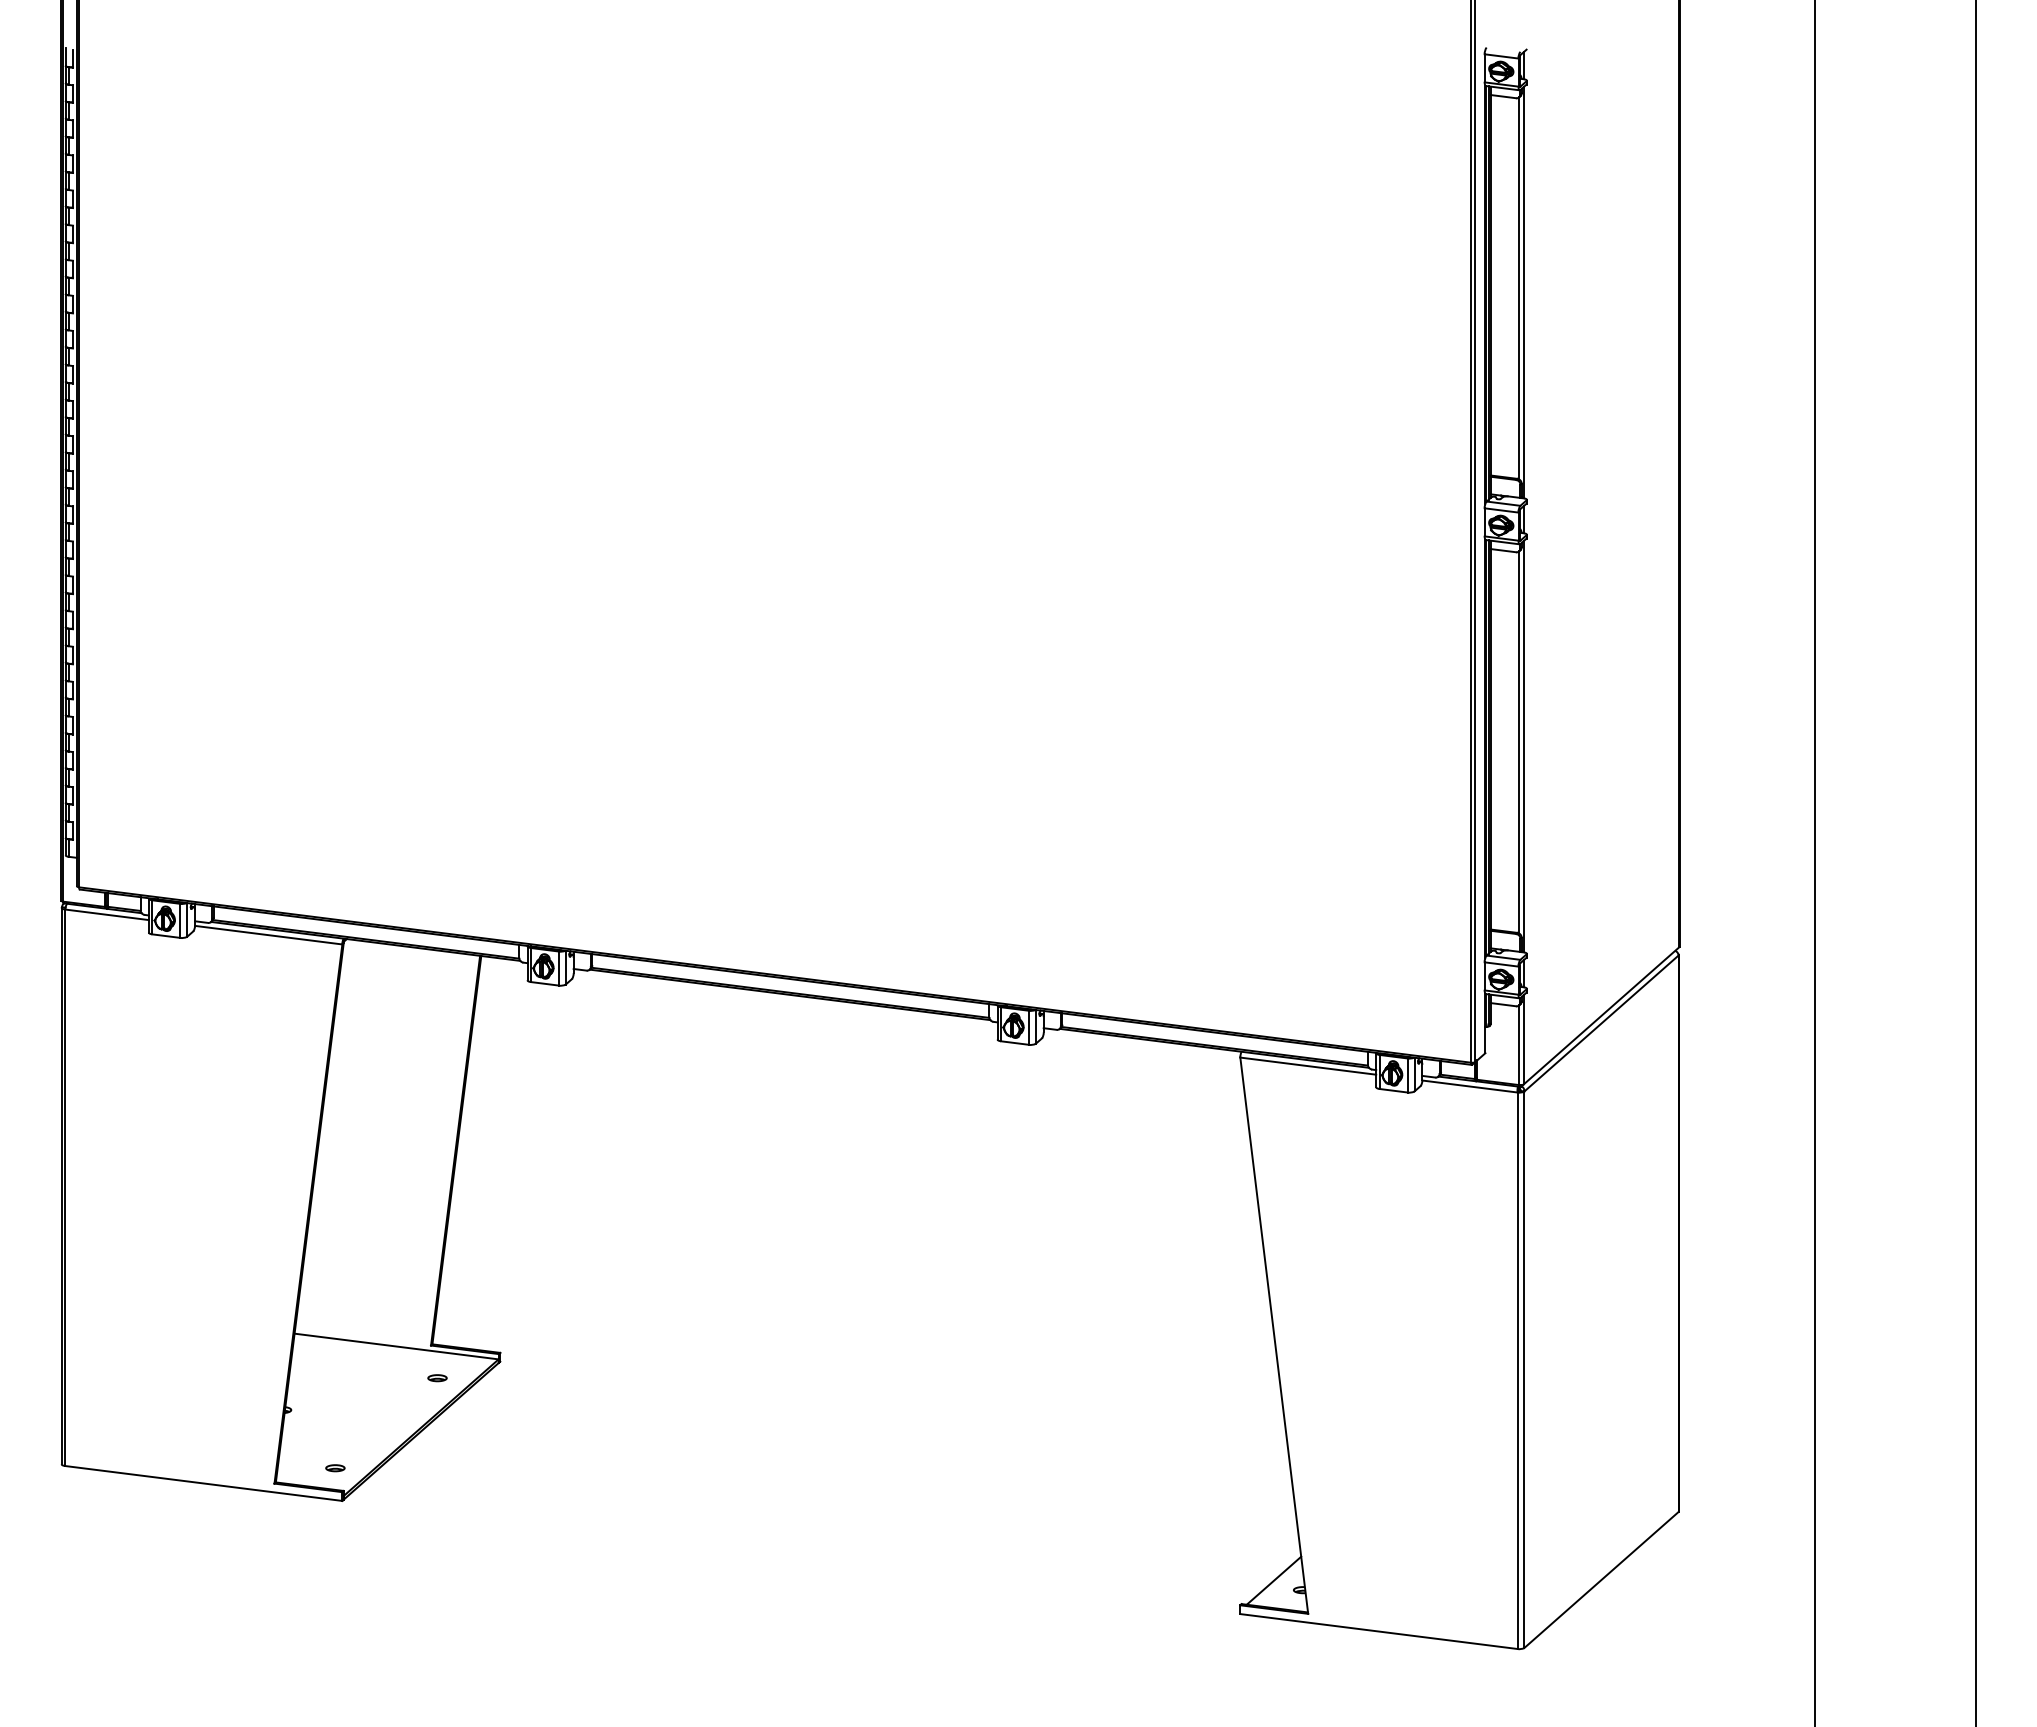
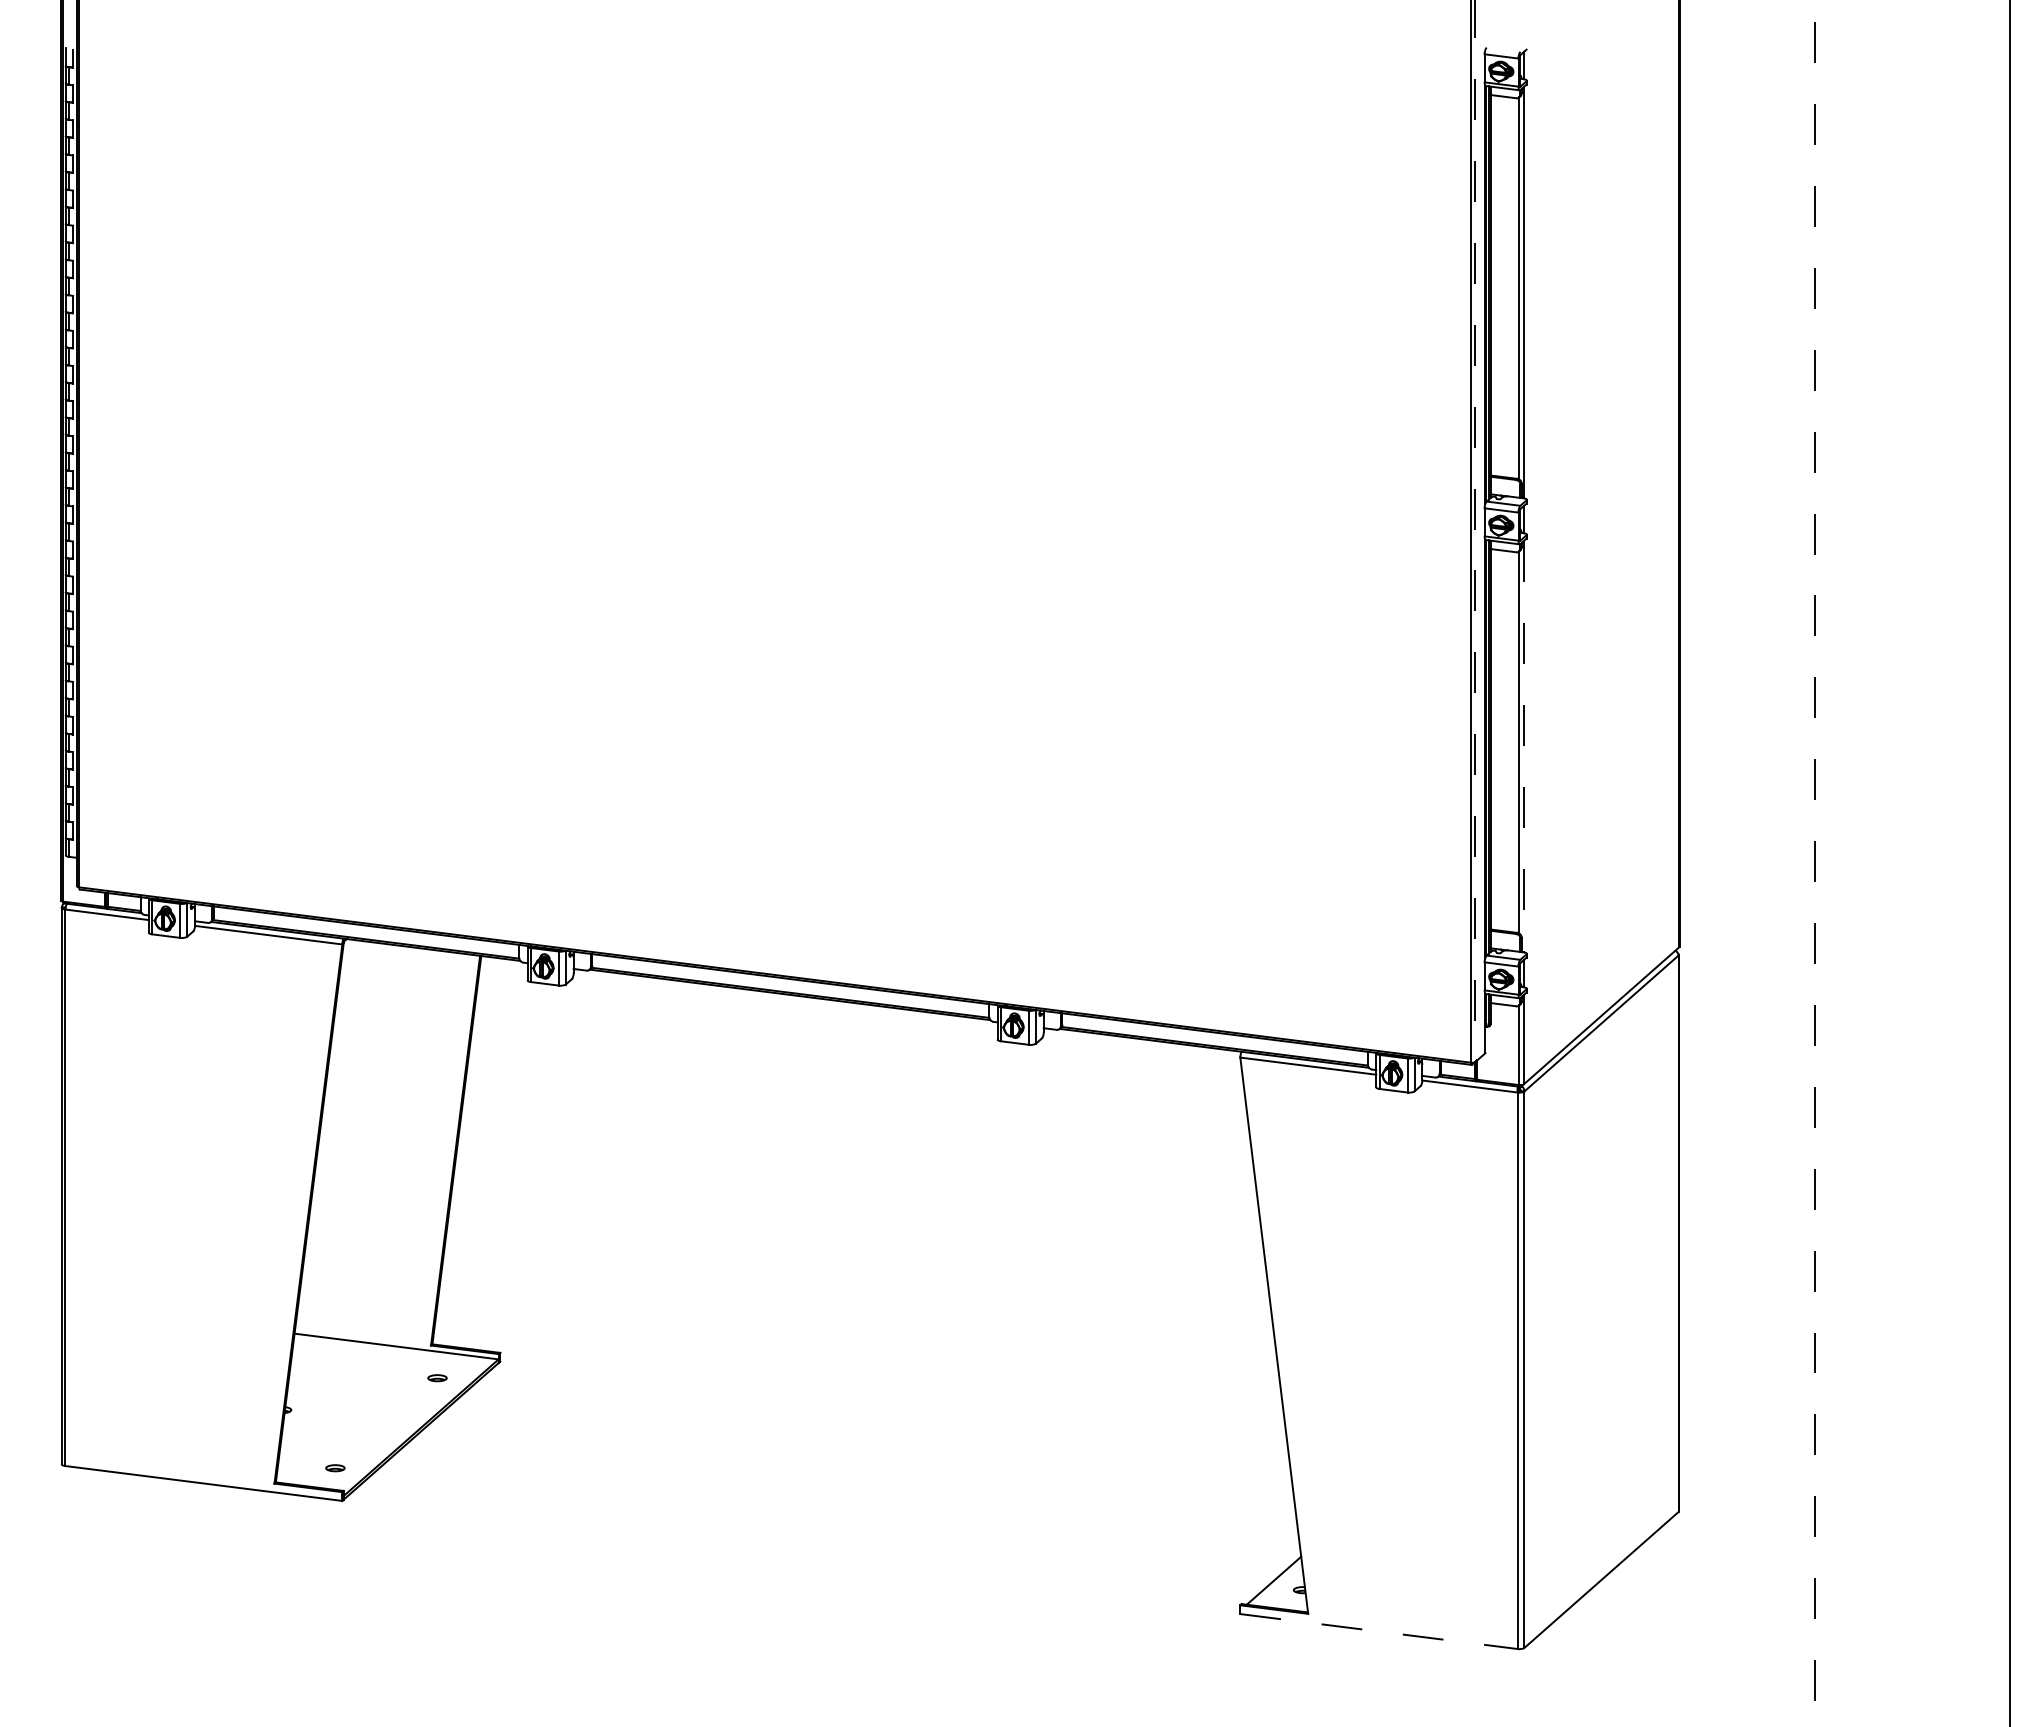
line at (1475, 531): solid -> dashed
line at (1523, 746): solid -> dashed
line at (1975, 862) position: (1975, 862) -> (2009, 862)
line at (1814, 863): solid -> dashed
line at (1378, 1631): solid -> dashed
